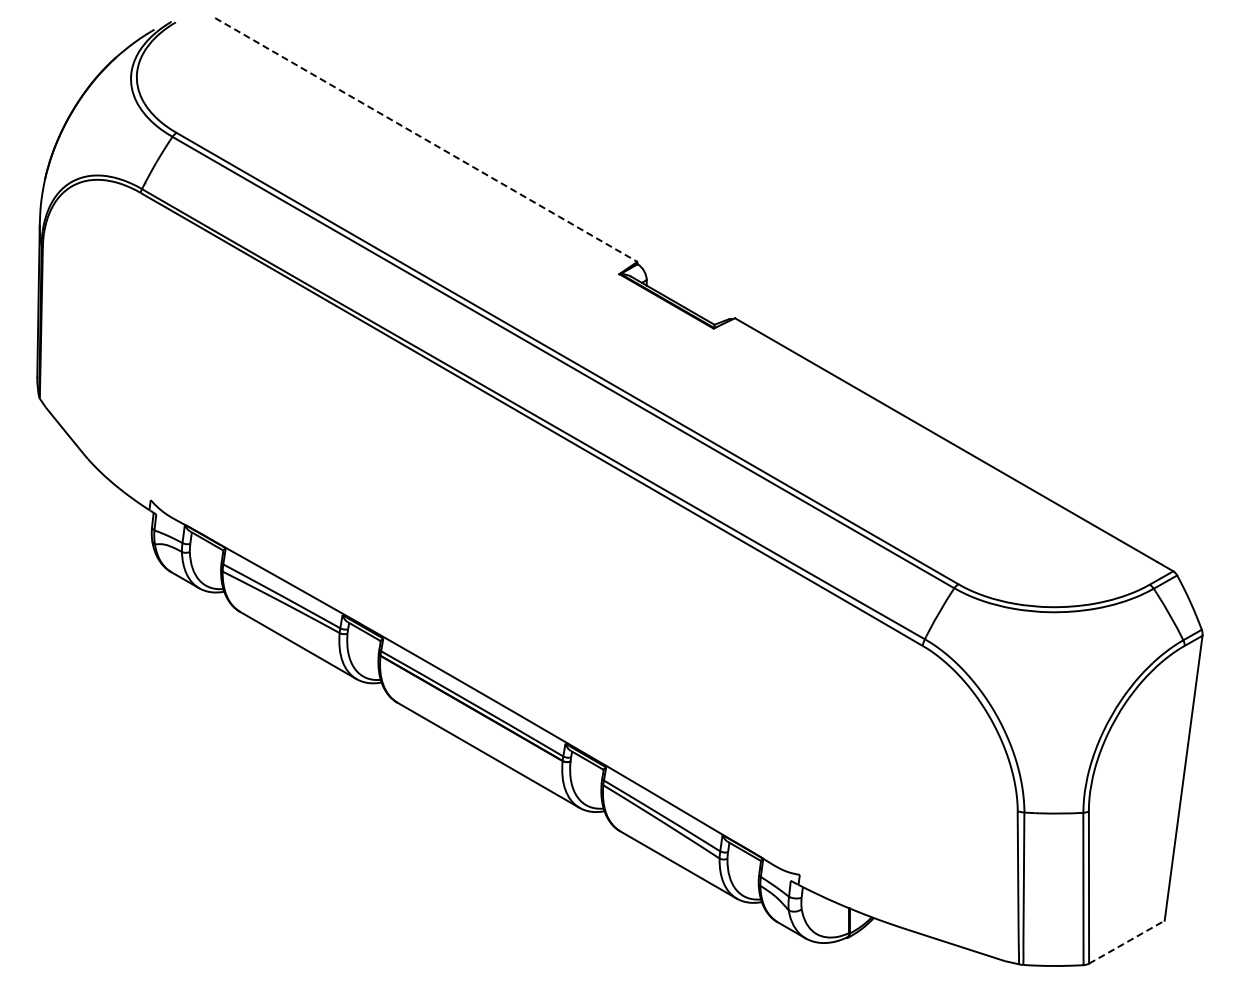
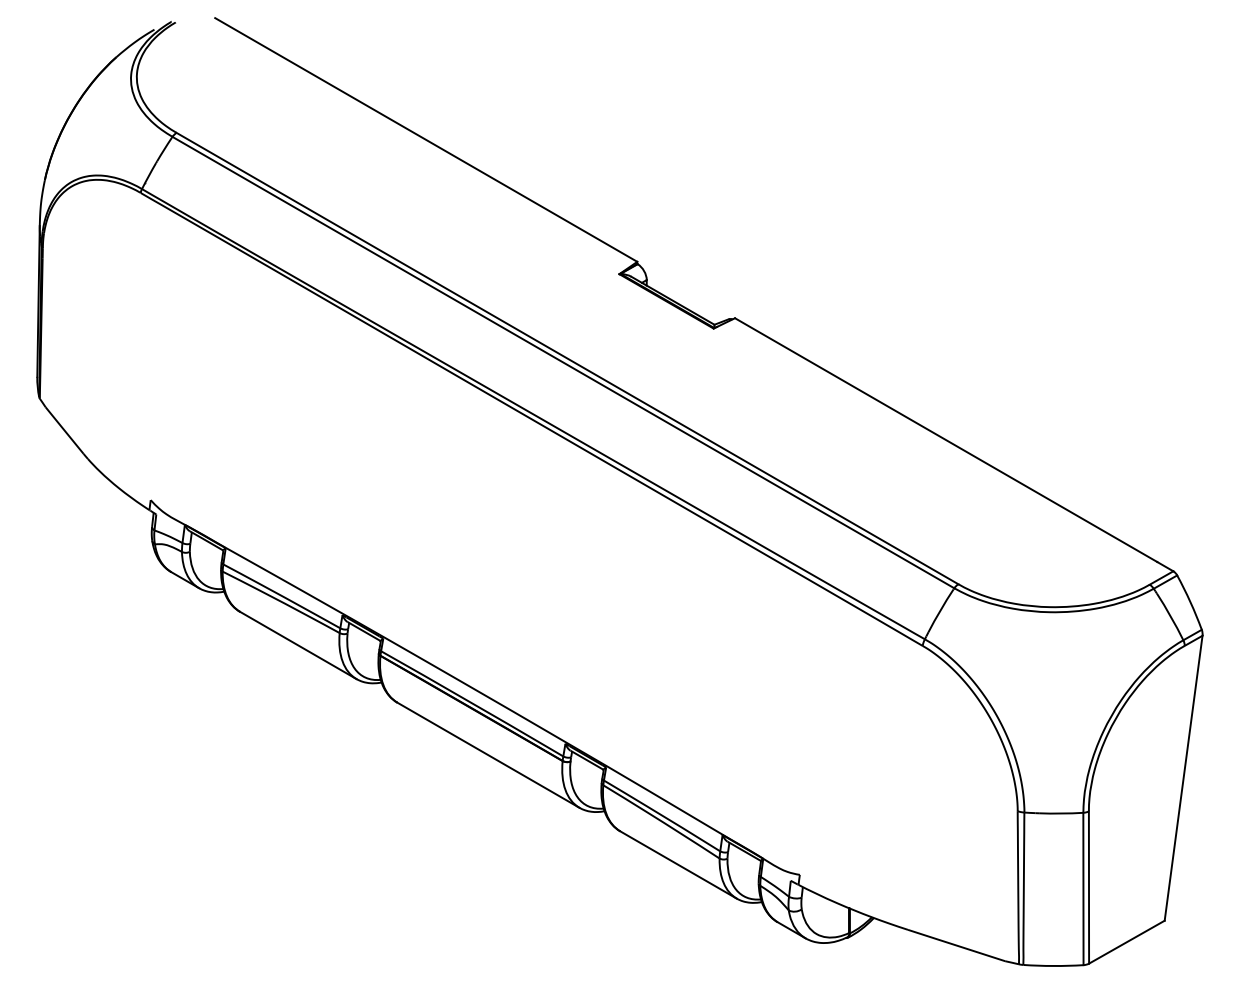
line at (426, 139): dashed -> solid
line at (1127, 941): dashed -> solid
